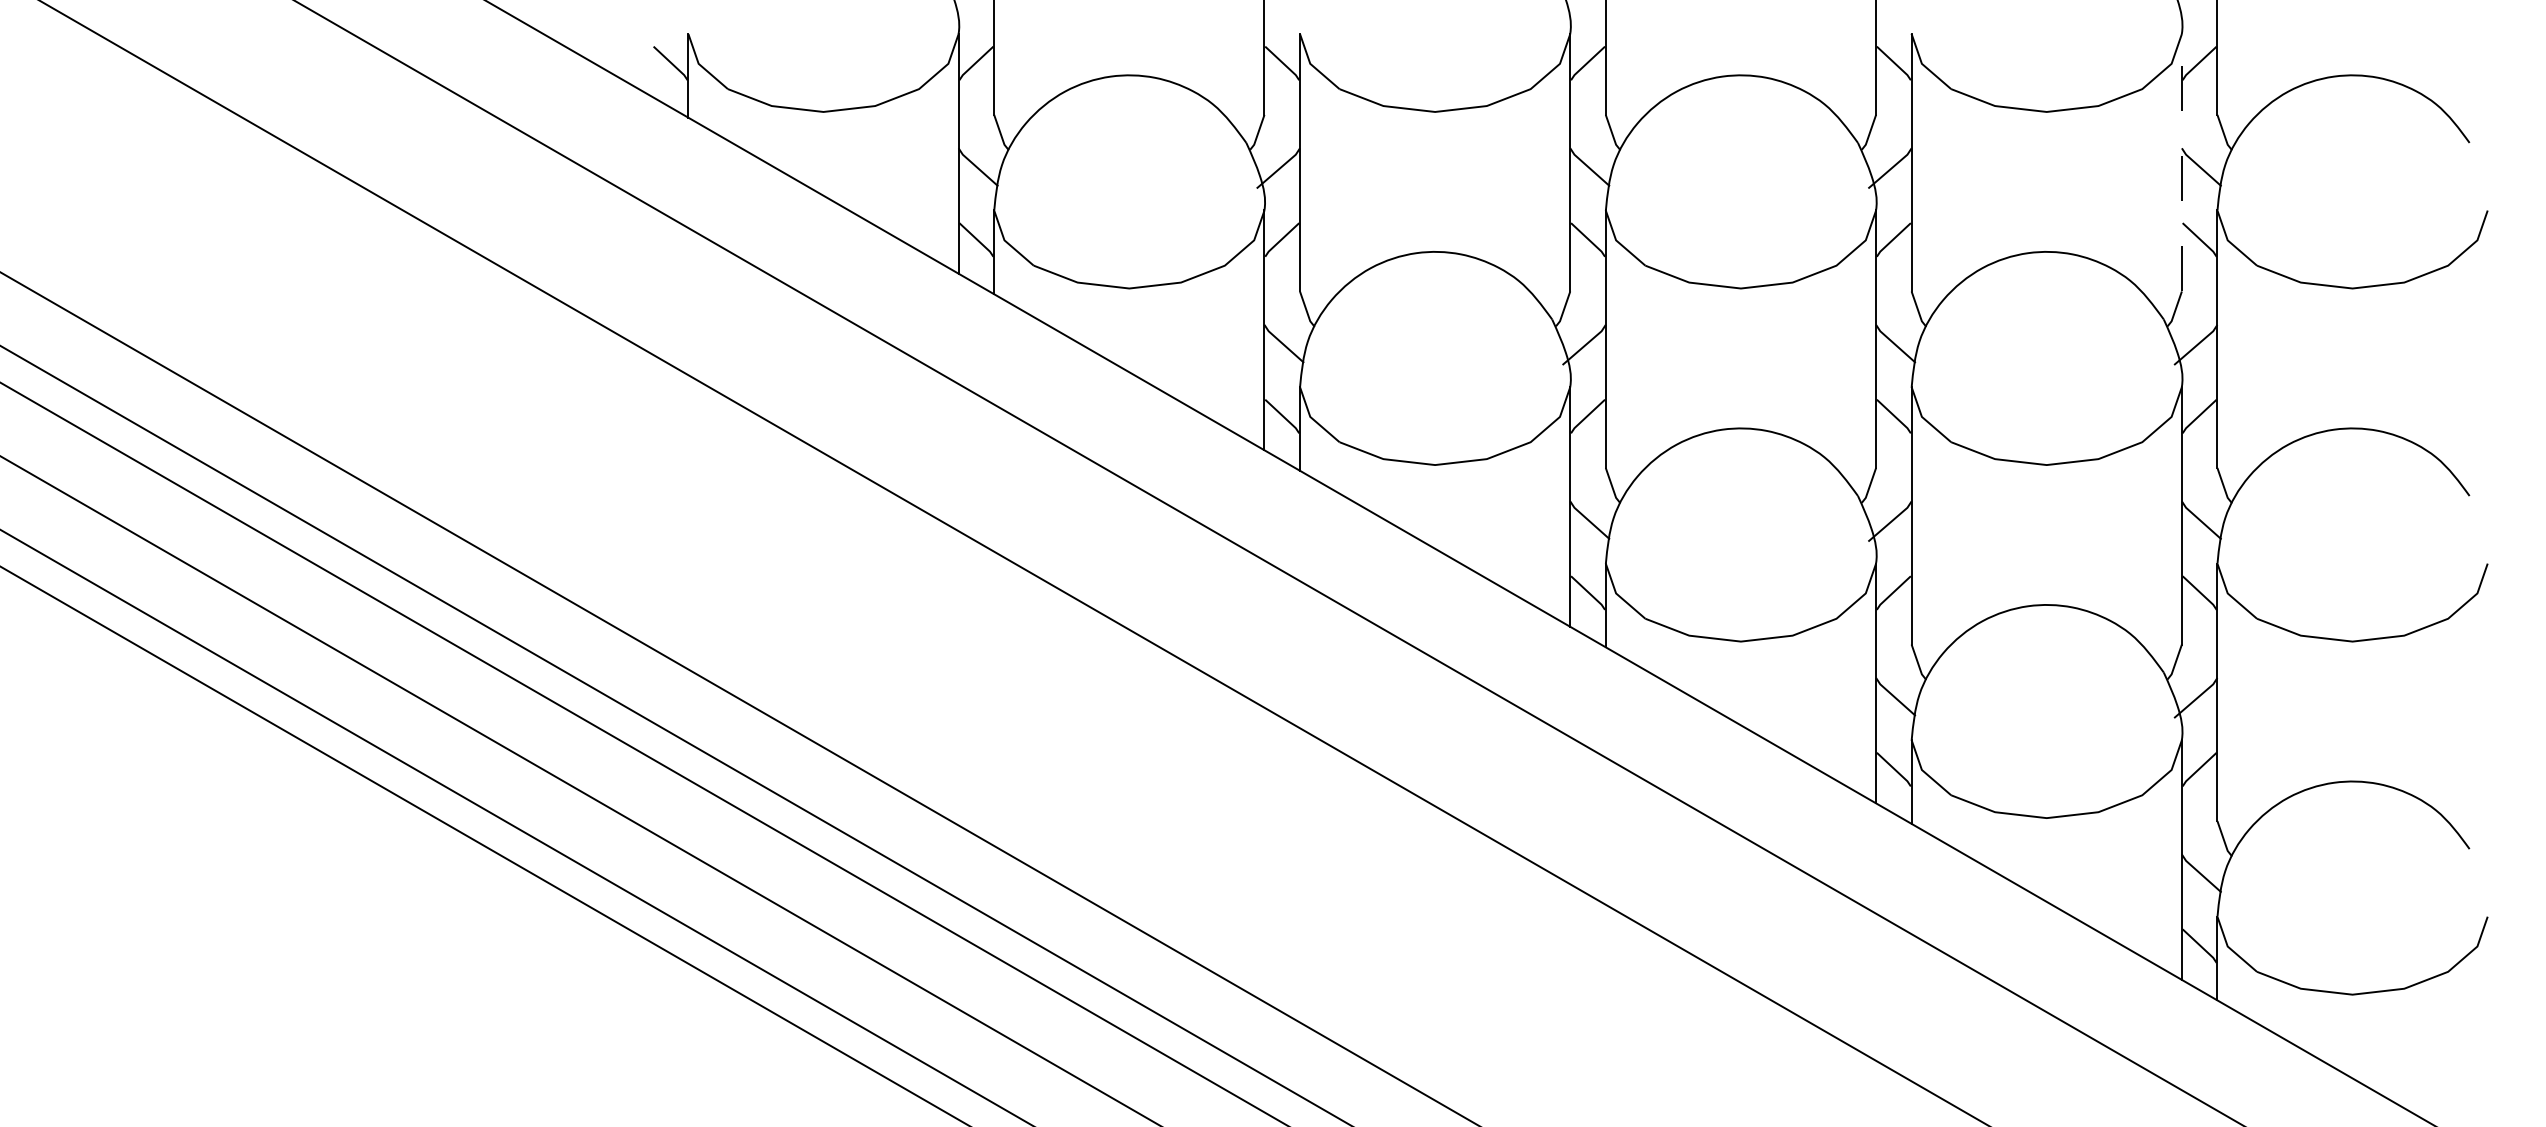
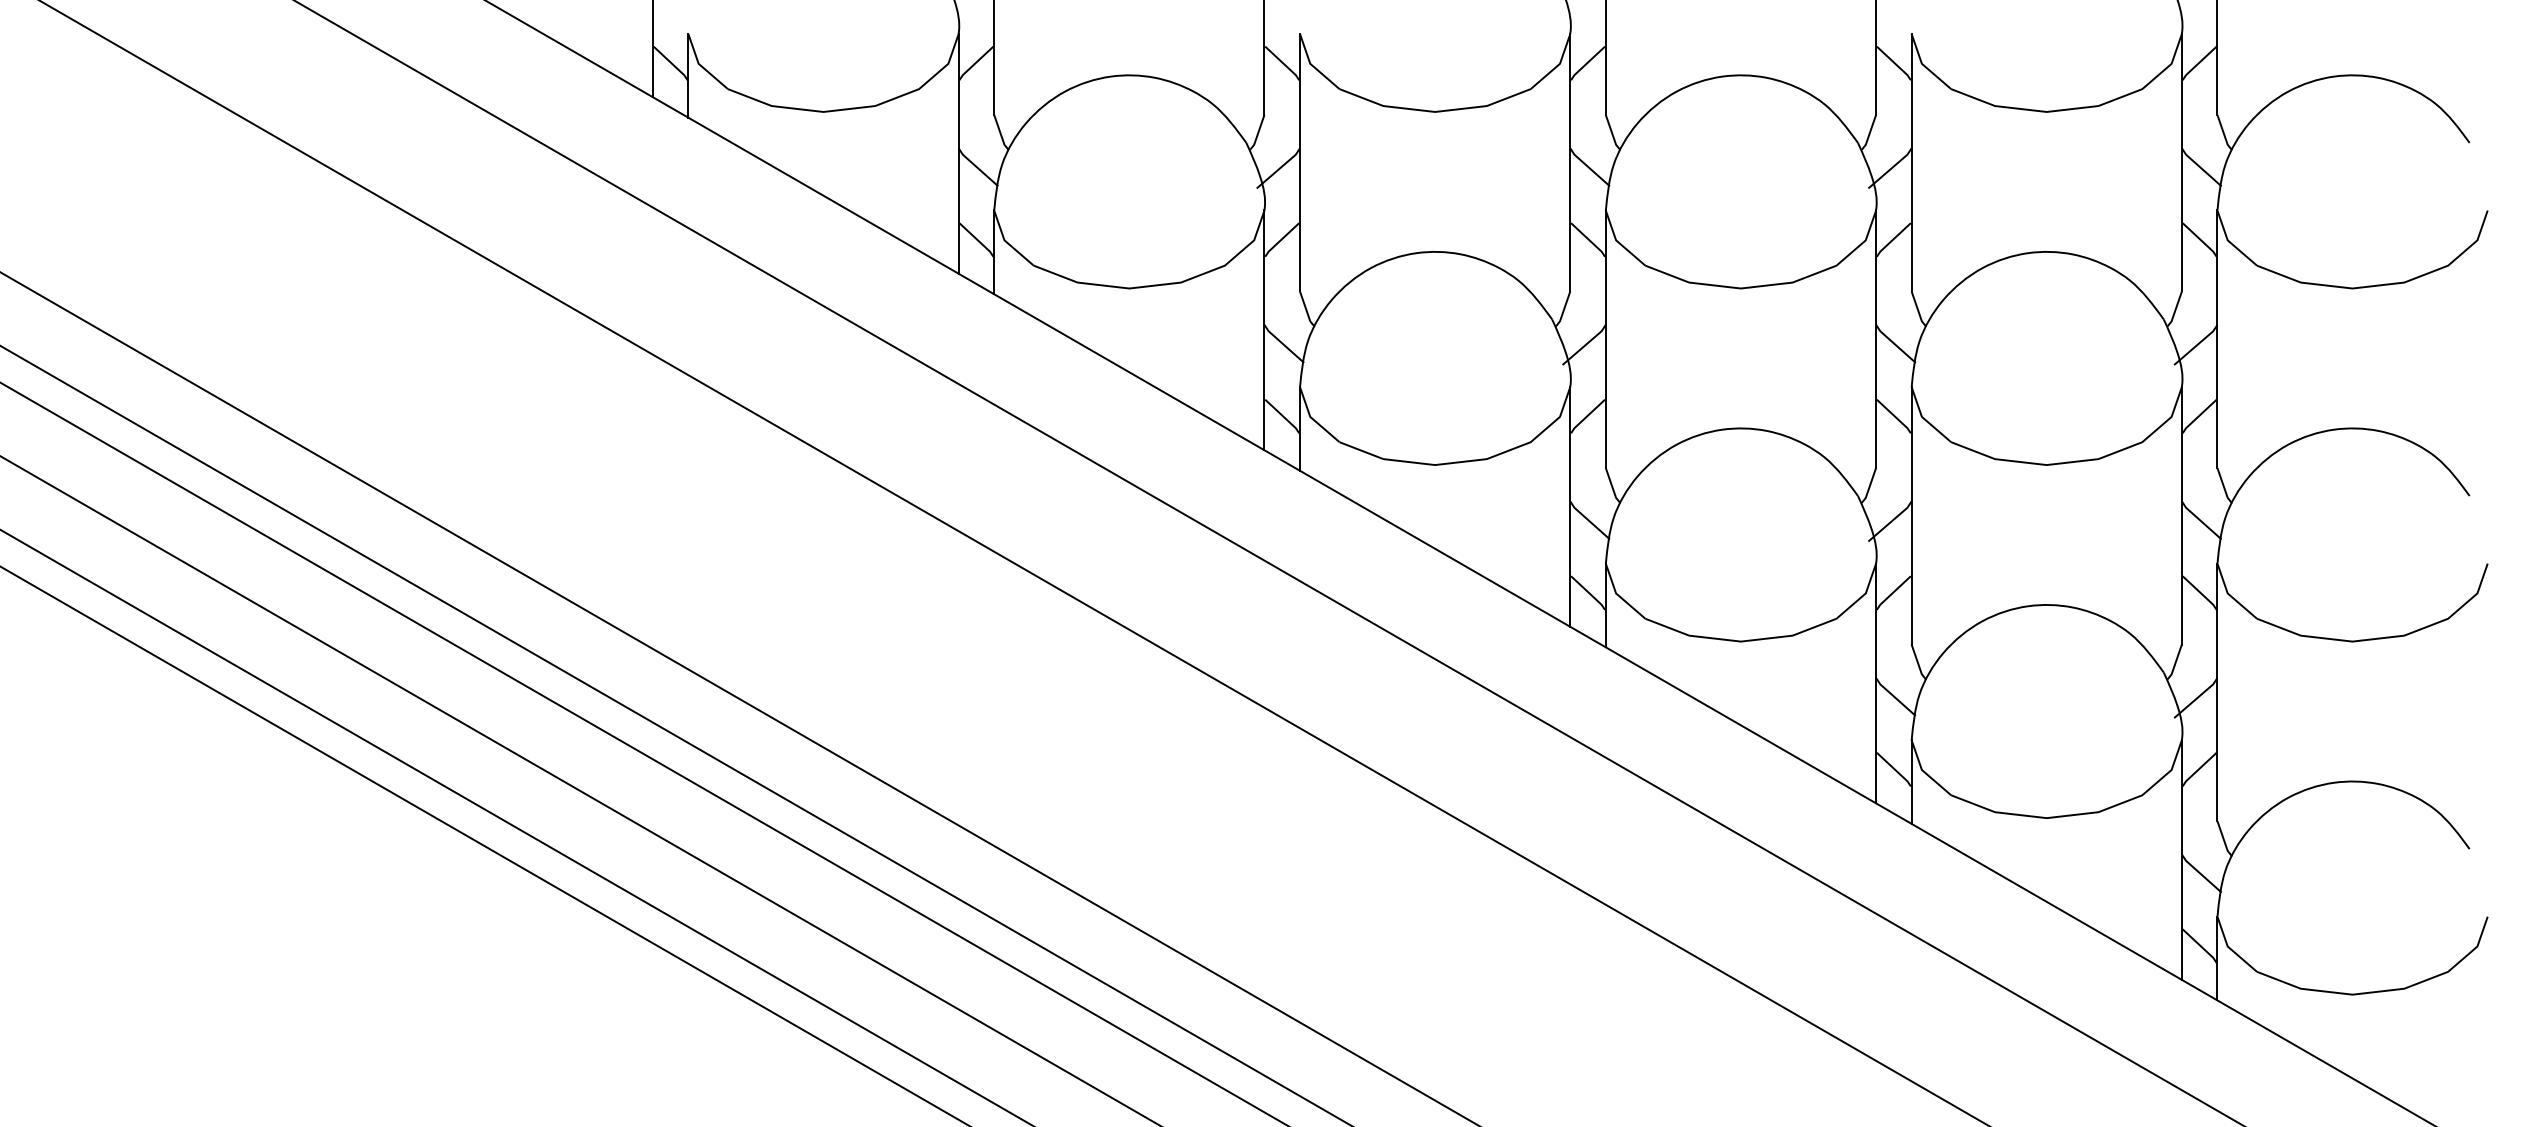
line at (652, 49): none -> present
line at (2181, 162): dashed -> solid
